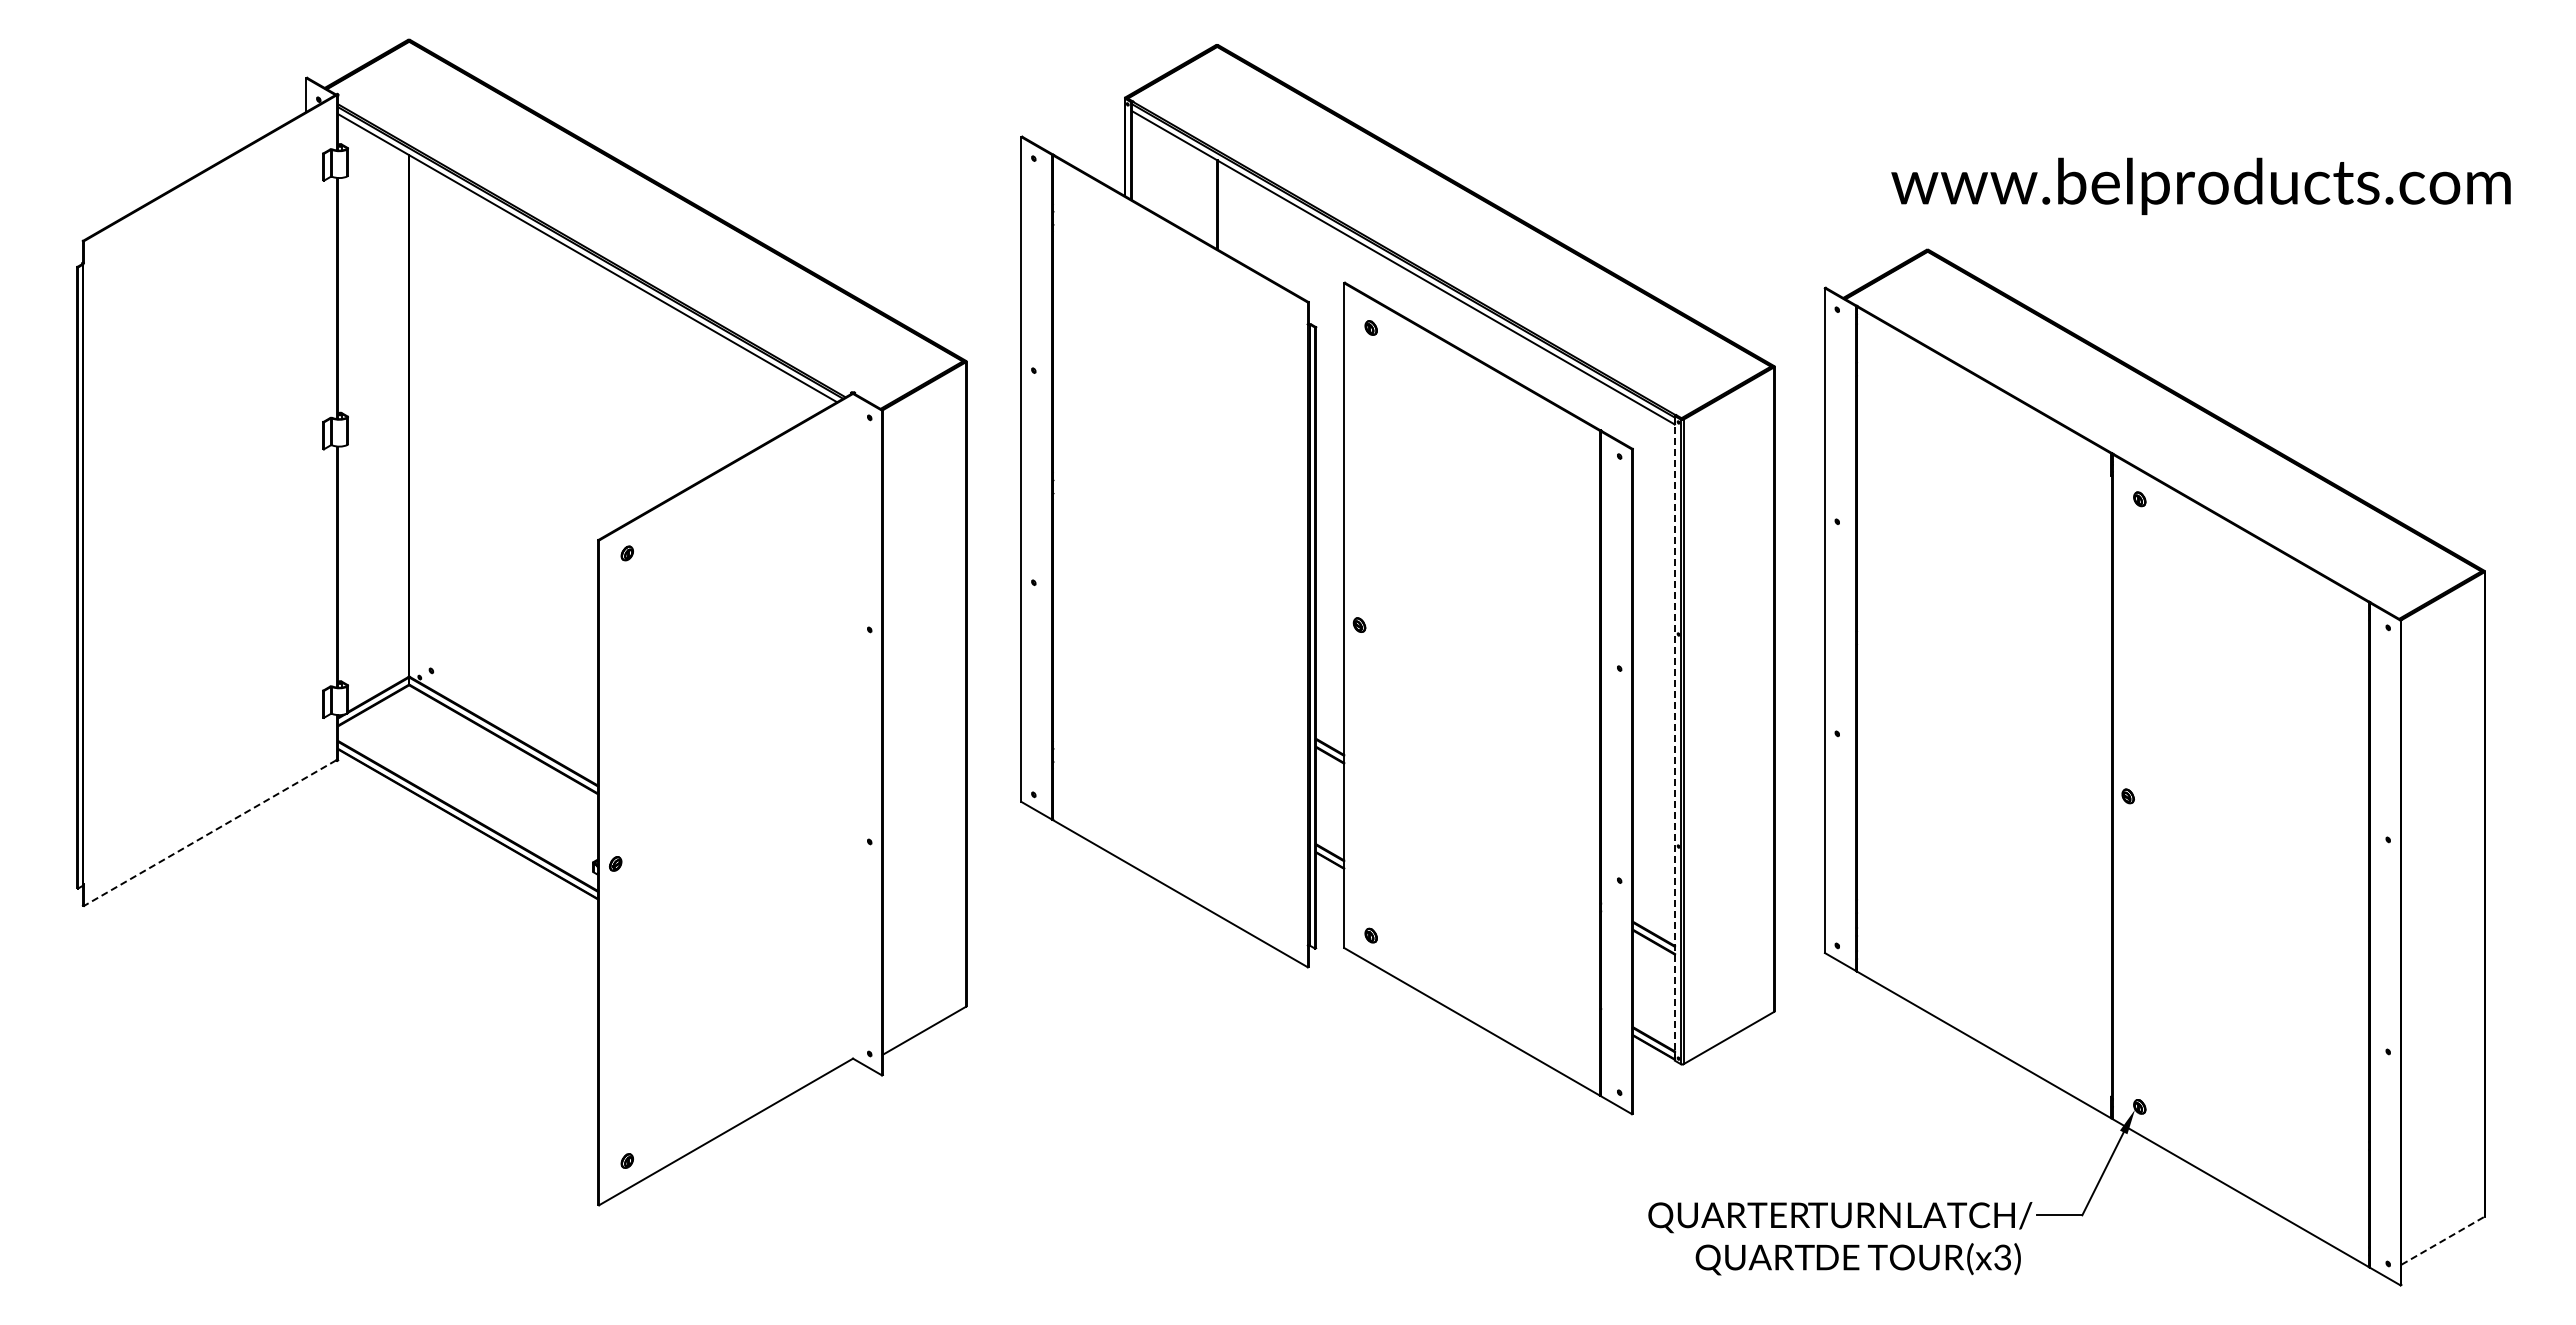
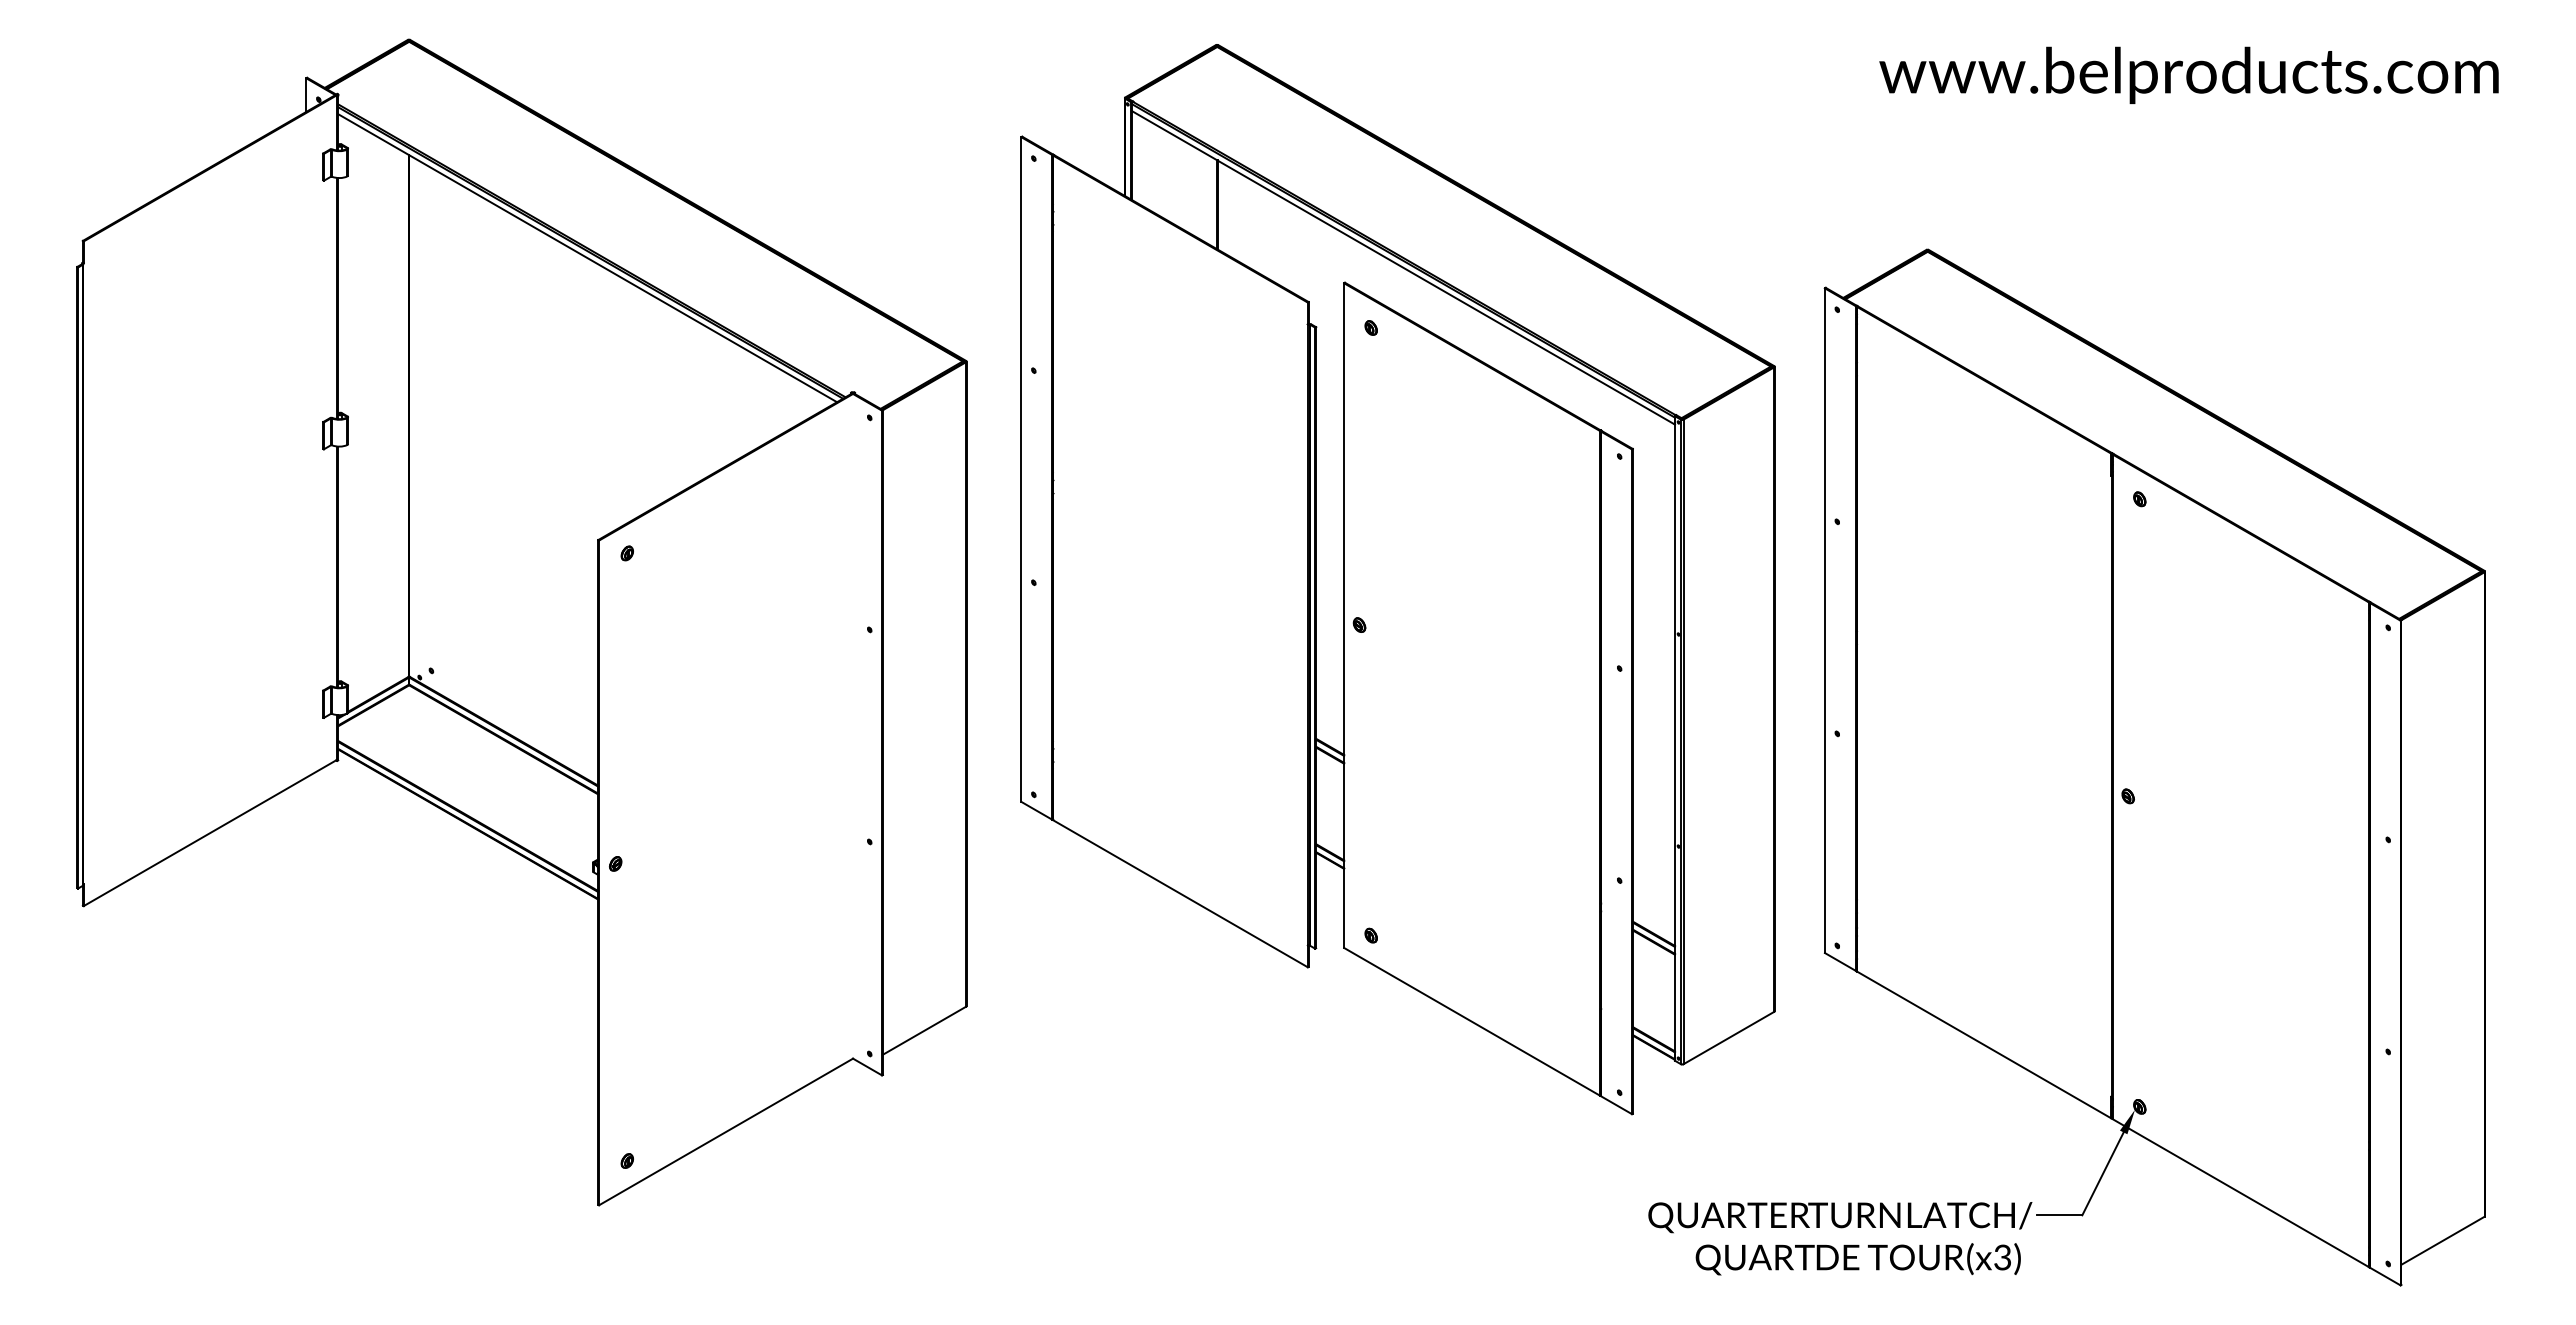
text at (2200, 185) position: (2200, 185) -> (2188, 74)
line at (1675, 739): dashed -> solid
line at (210, 833): dashed -> solid
line at (2443, 1240): dashed -> solid
